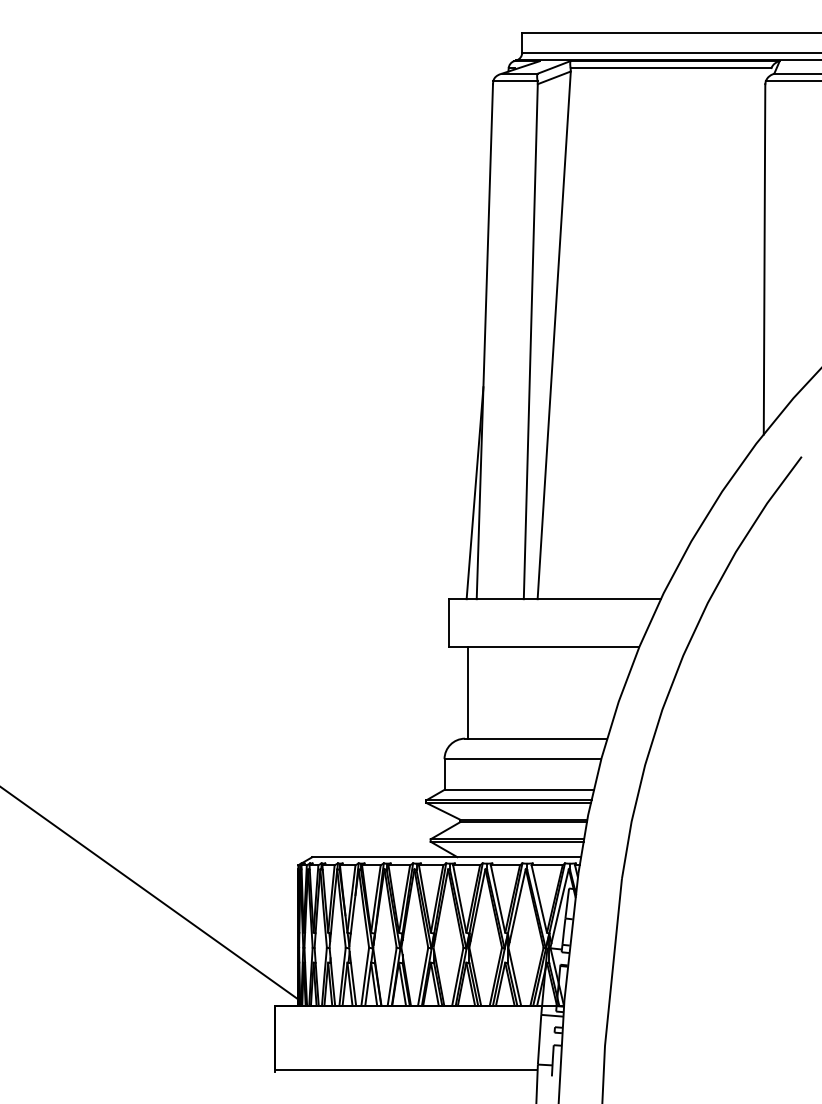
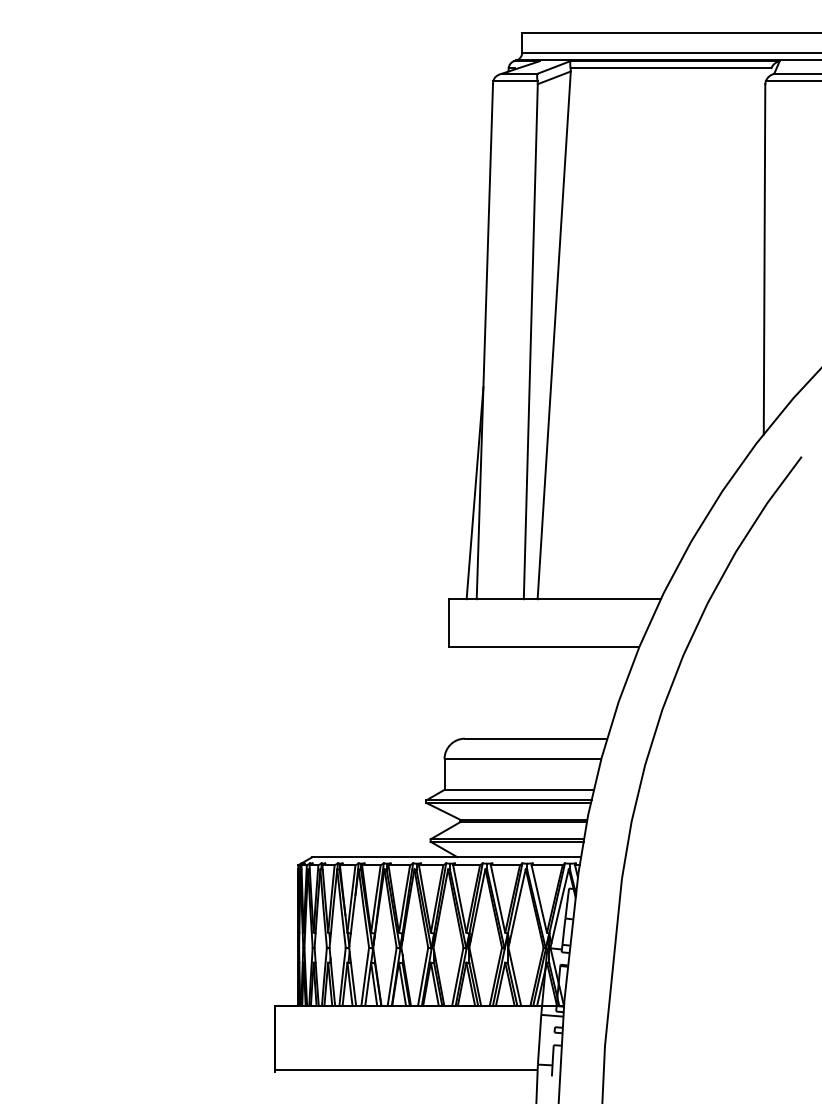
line at (468, 692): present -> none
line at (151, 893): present -> none
